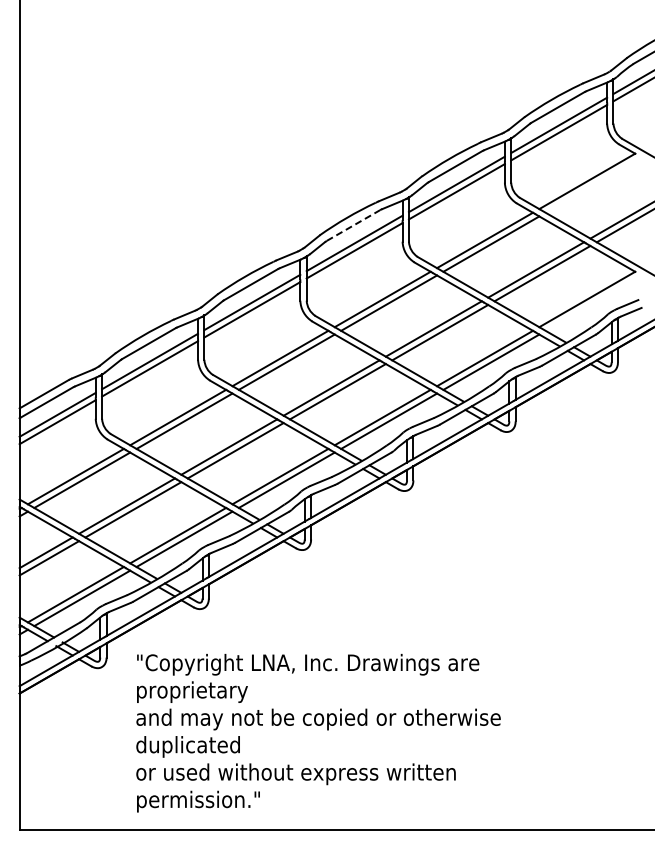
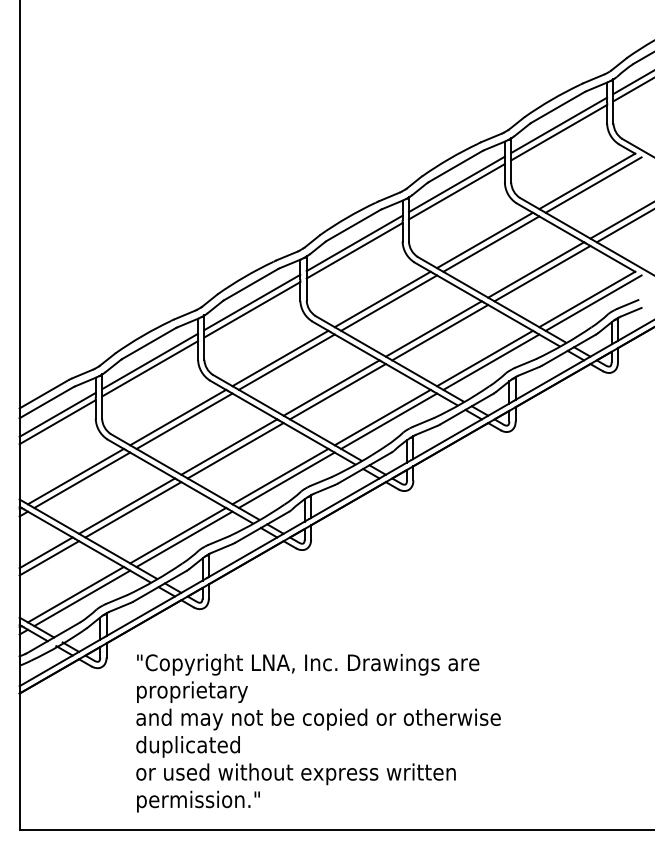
line at (593, 184): none -> present
line at (353, 225): dashed -> solid
line at (593, 302): none -> present
